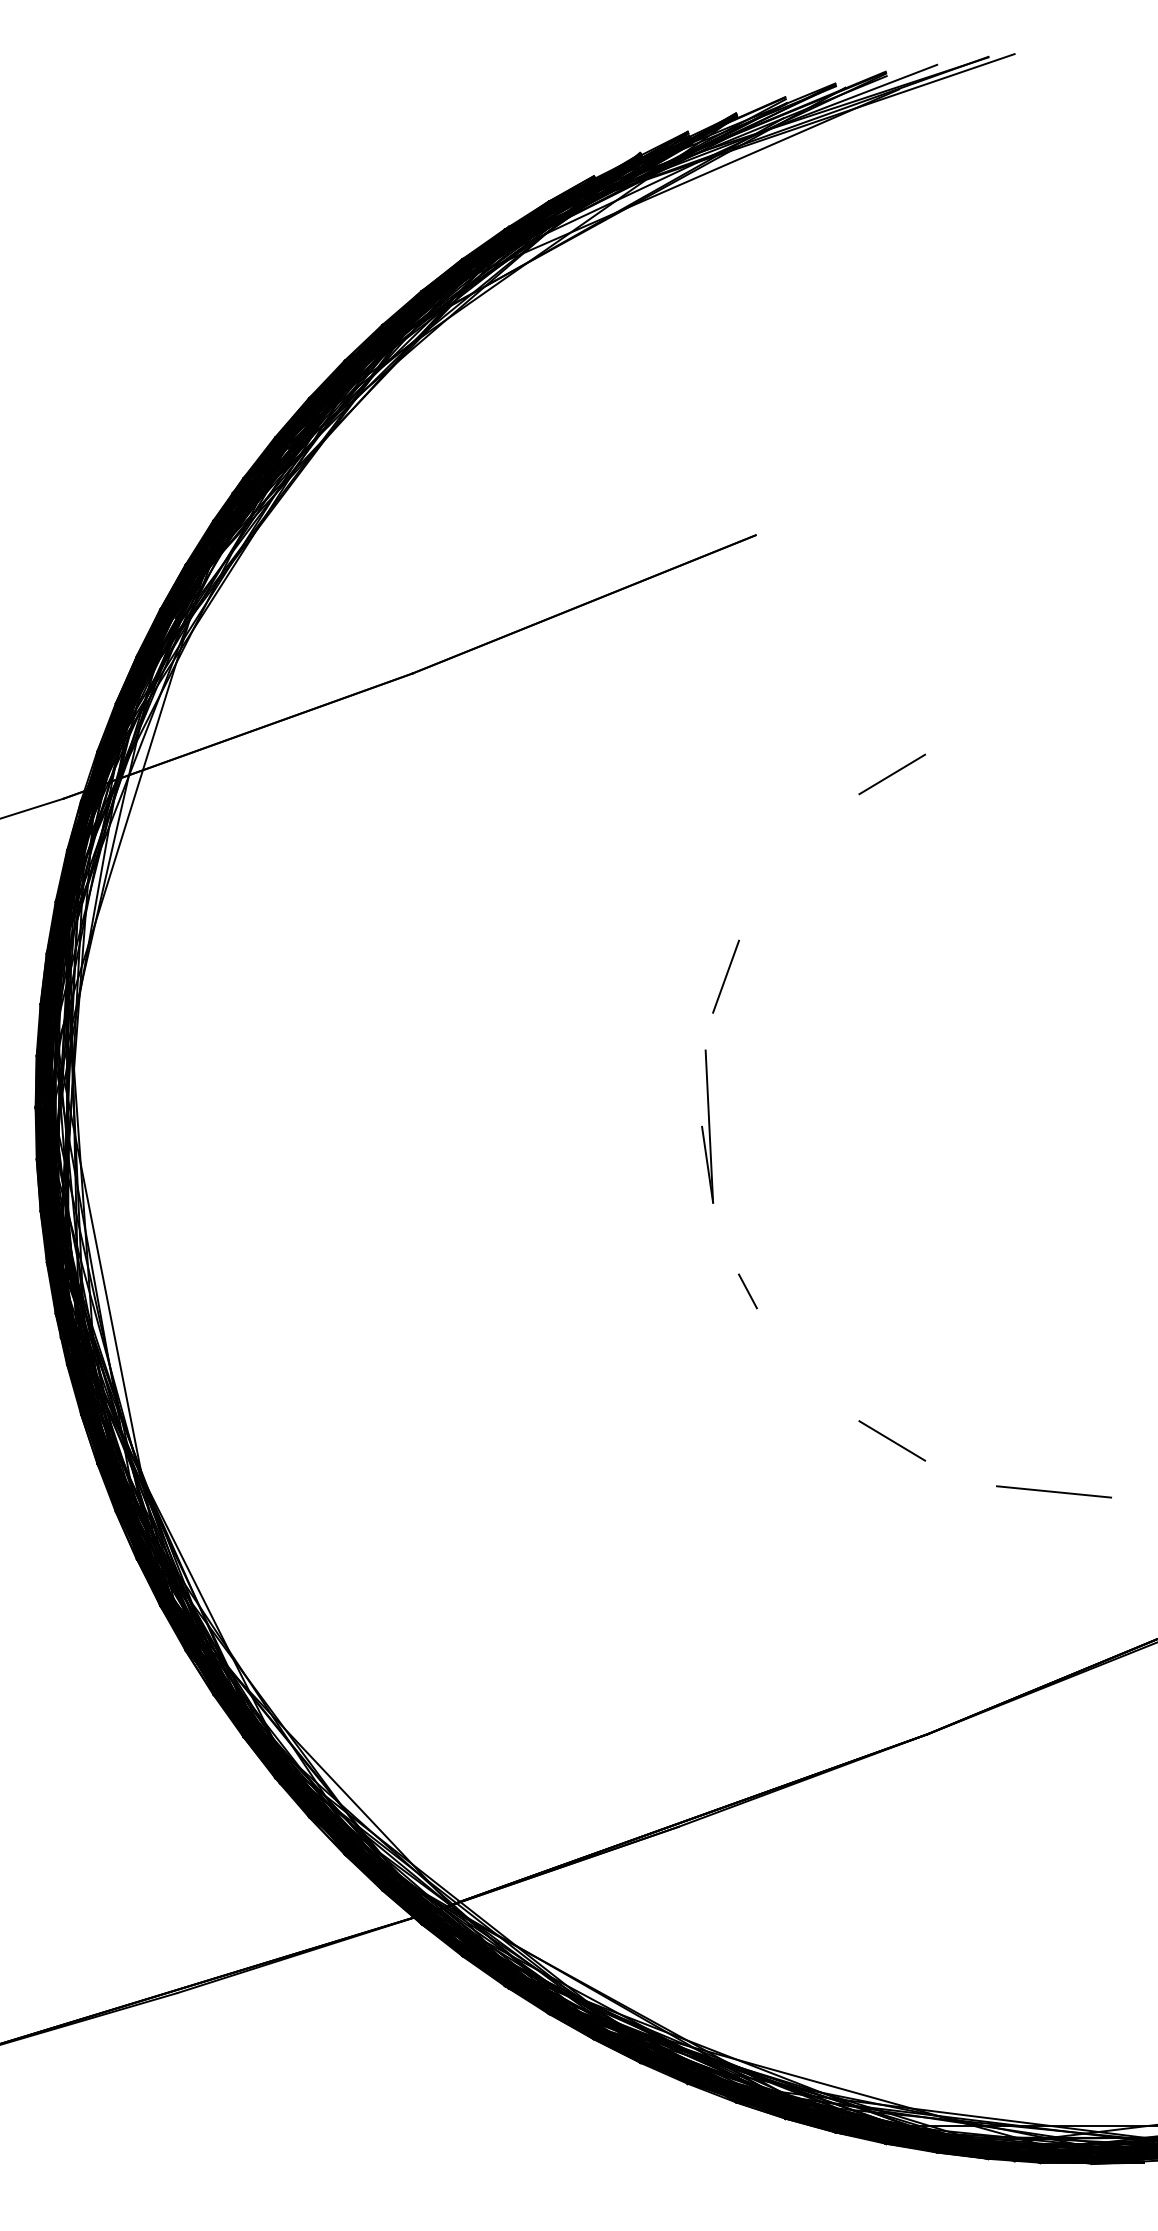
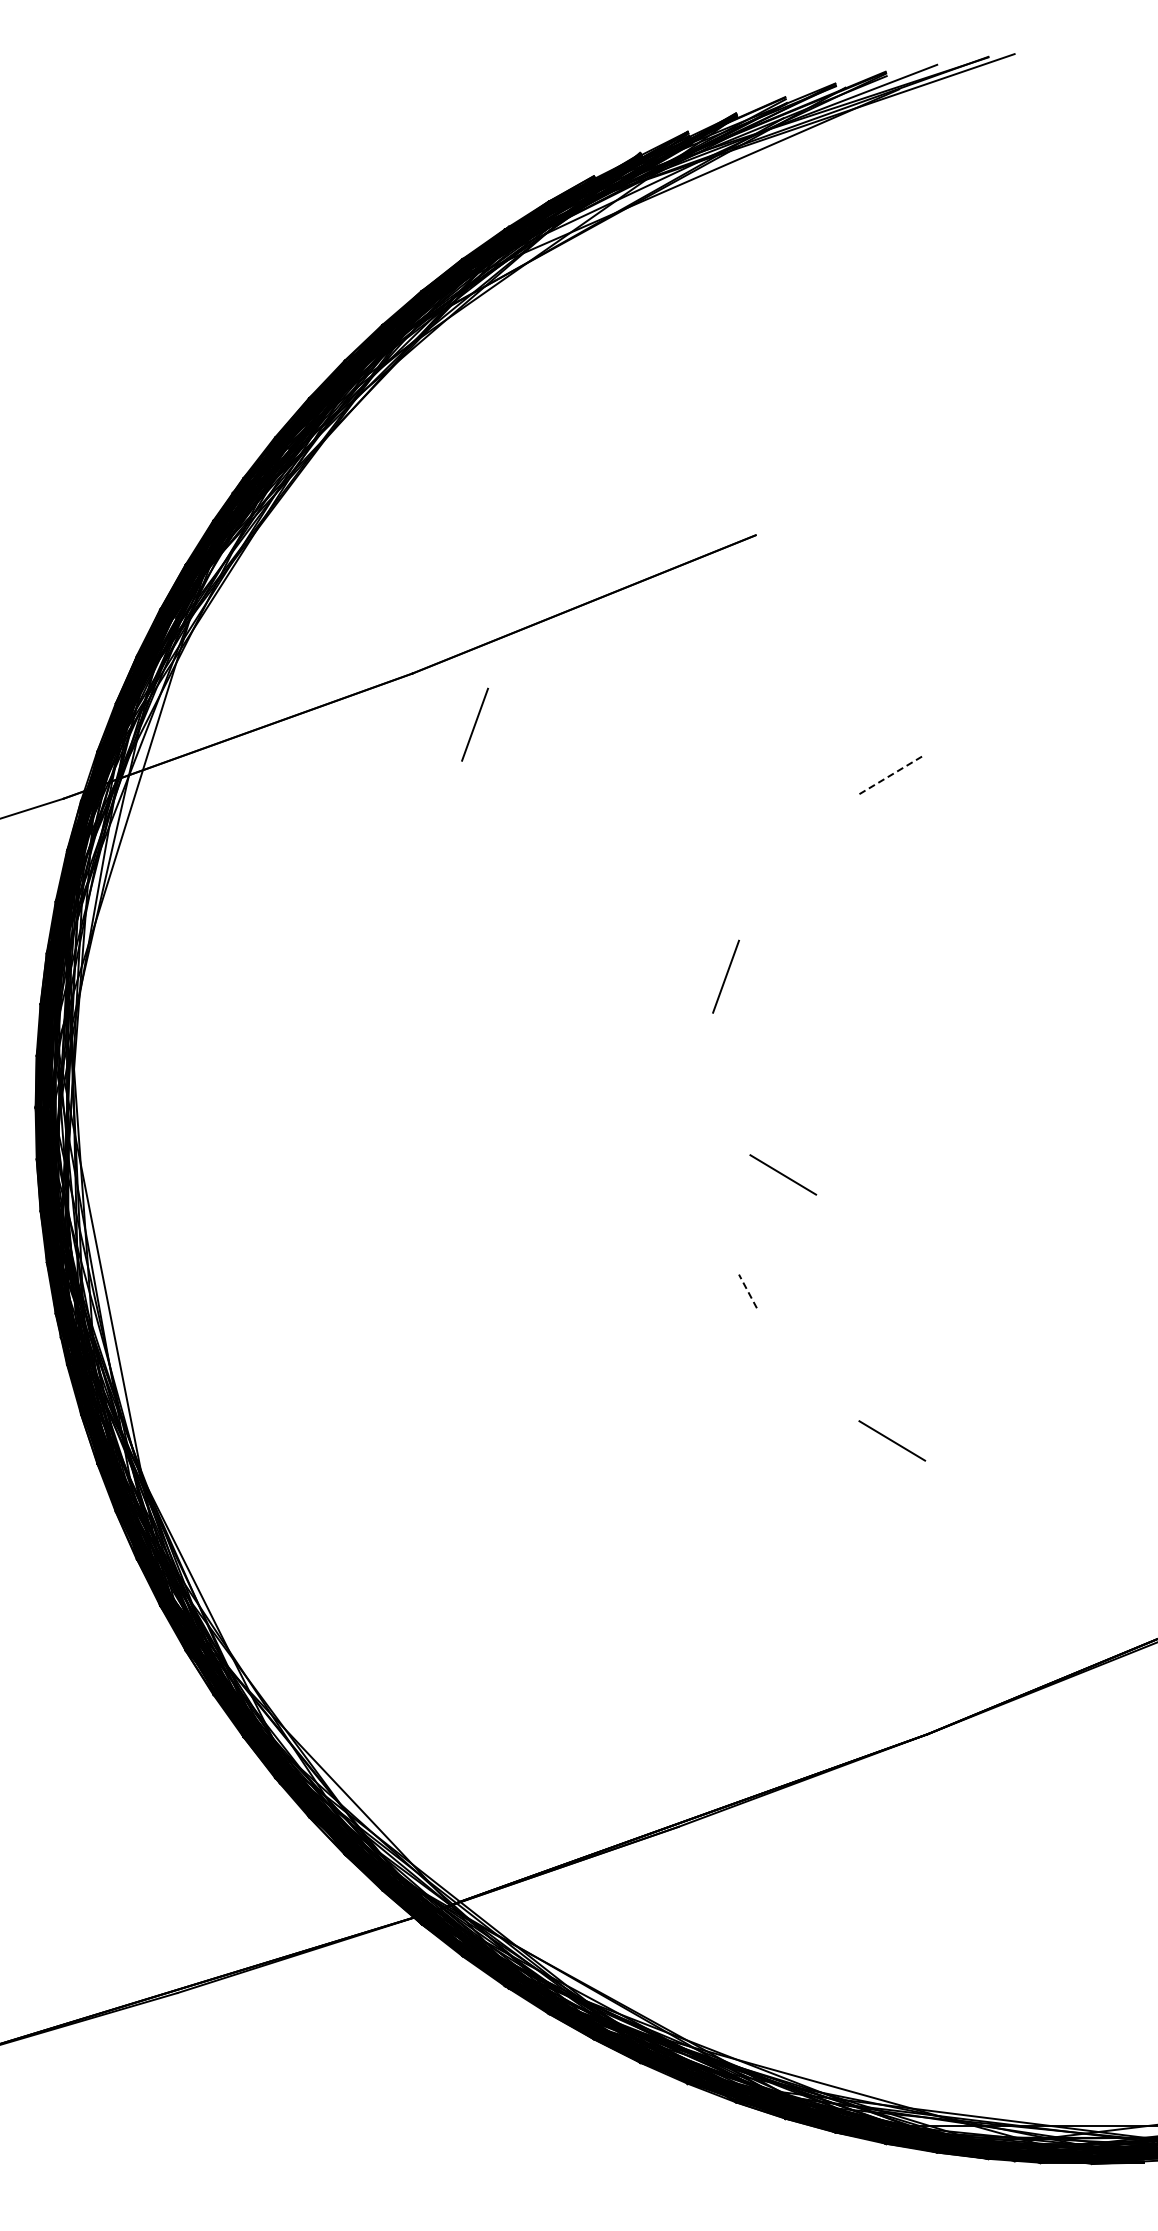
line at (474, 724): none -> present
line at (892, 774): solid -> dashed
part at (707, 1126): present -> none
line at (783, 1174): none -> present
line at (747, 1290): solid -> dashed
line at (1054, 1491): present -> none
